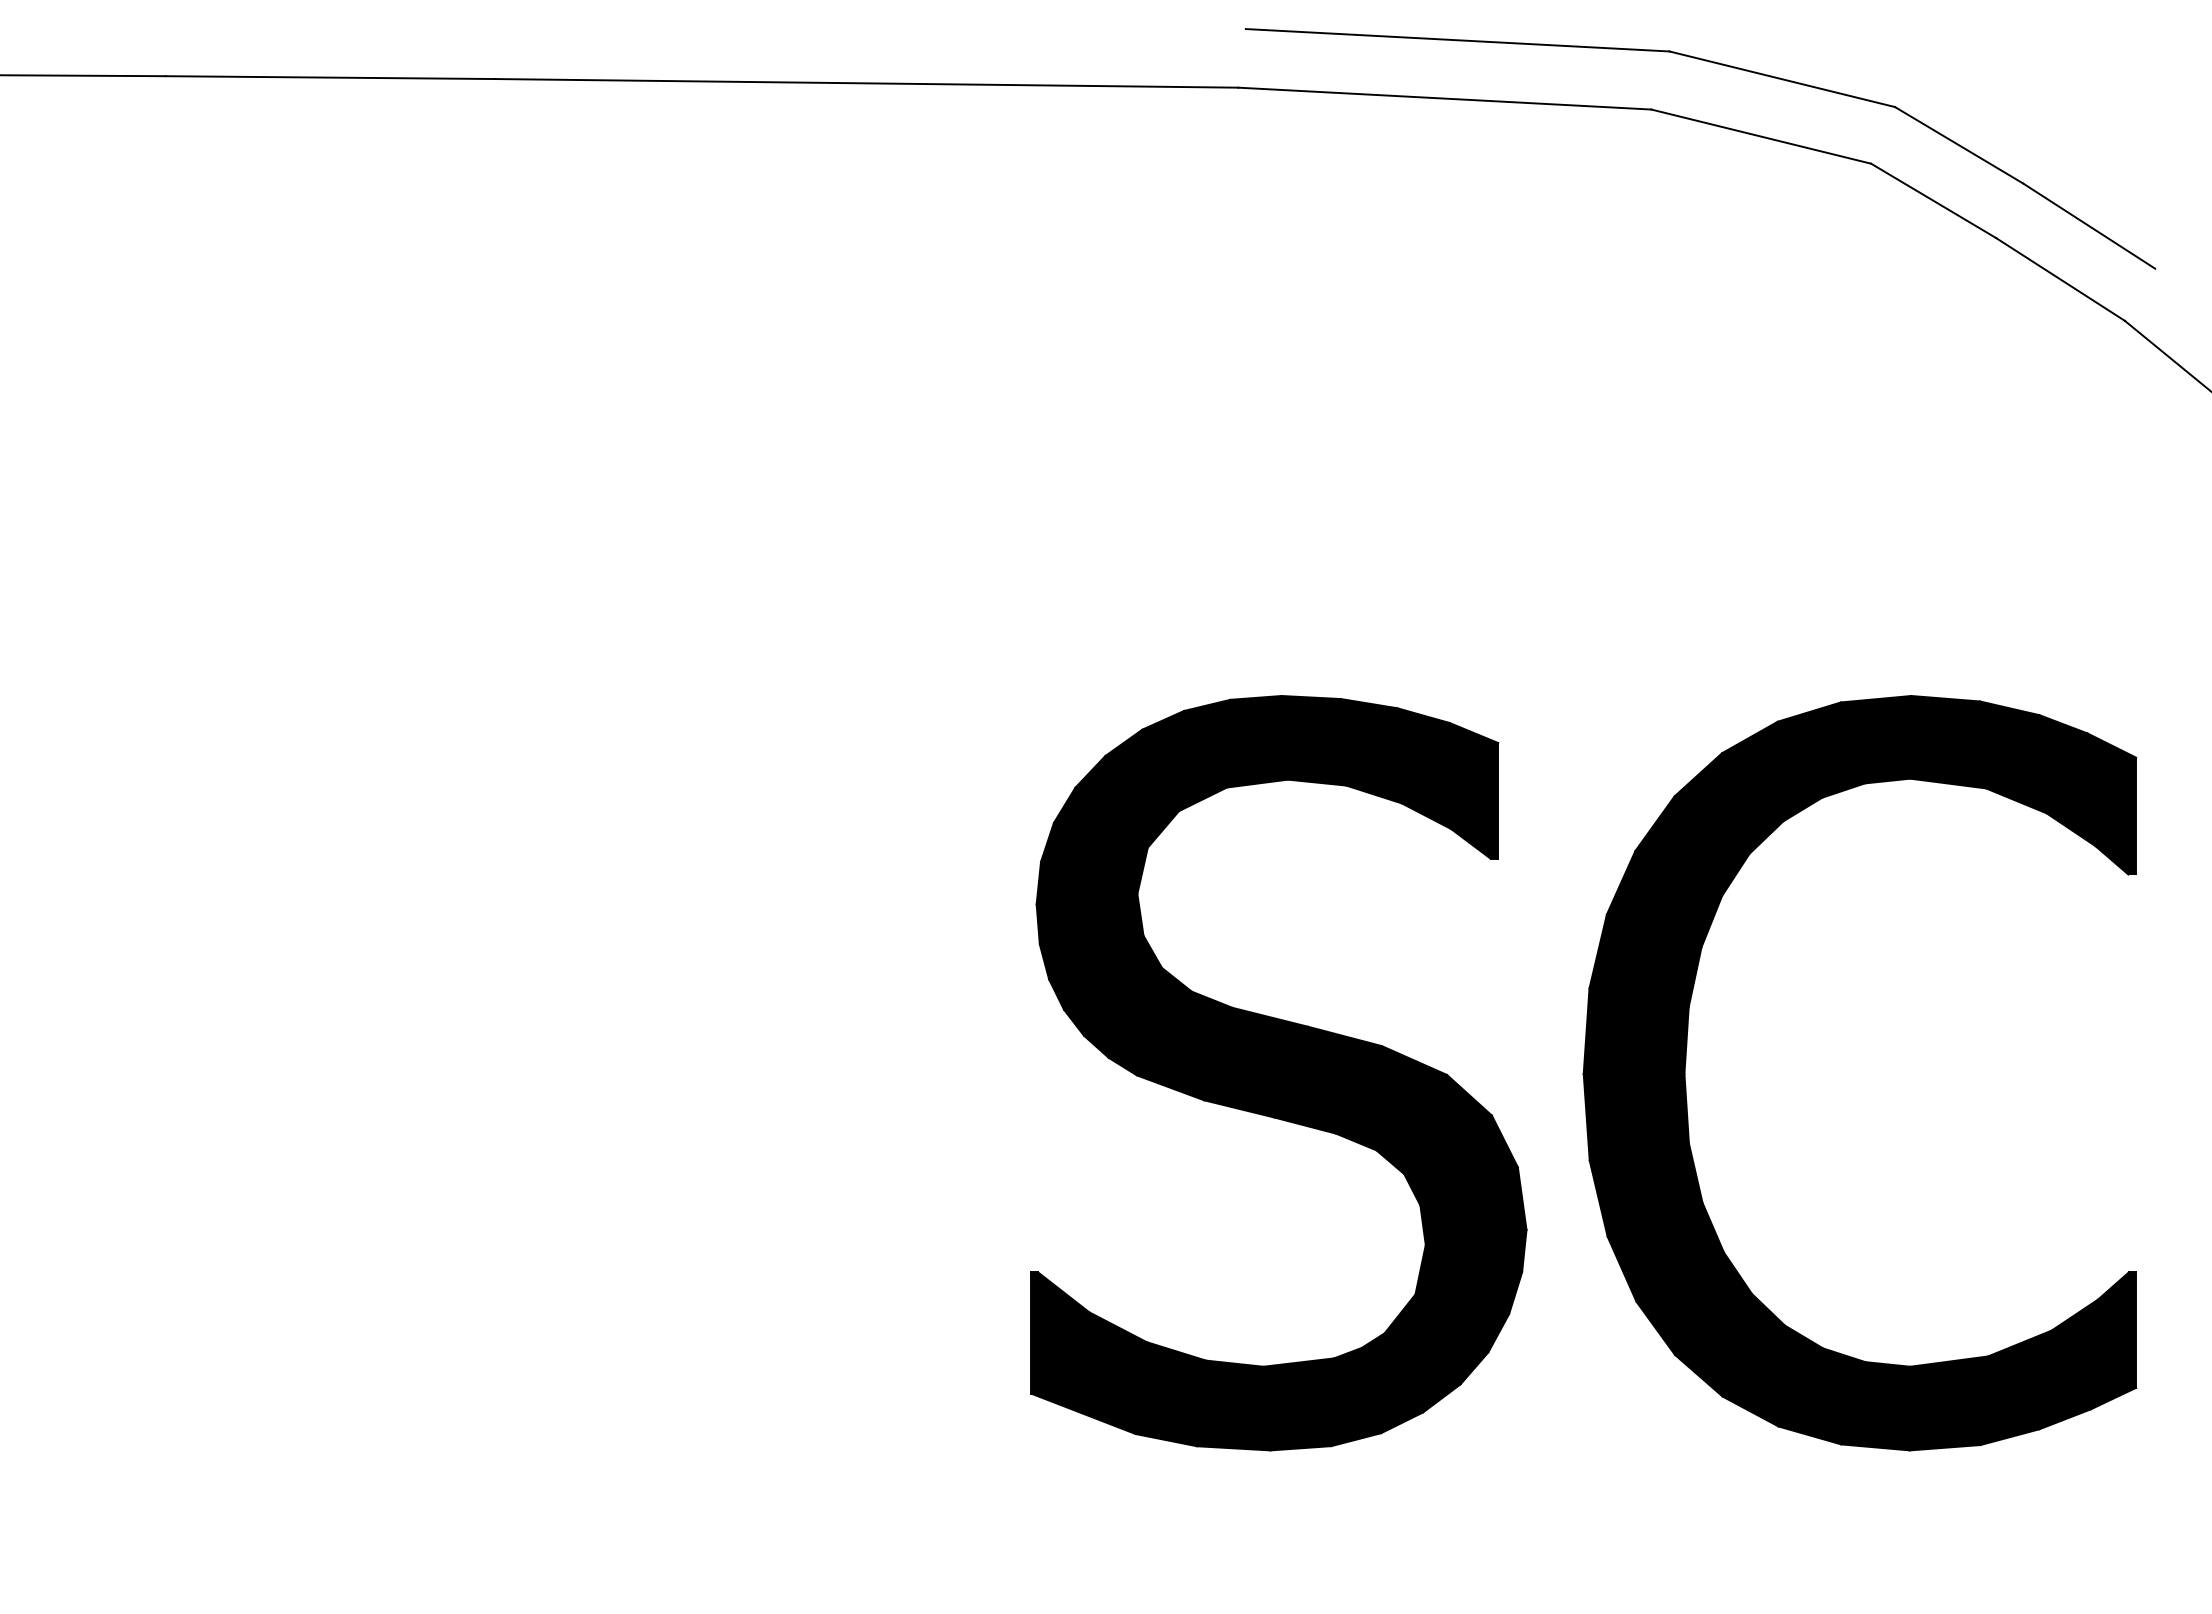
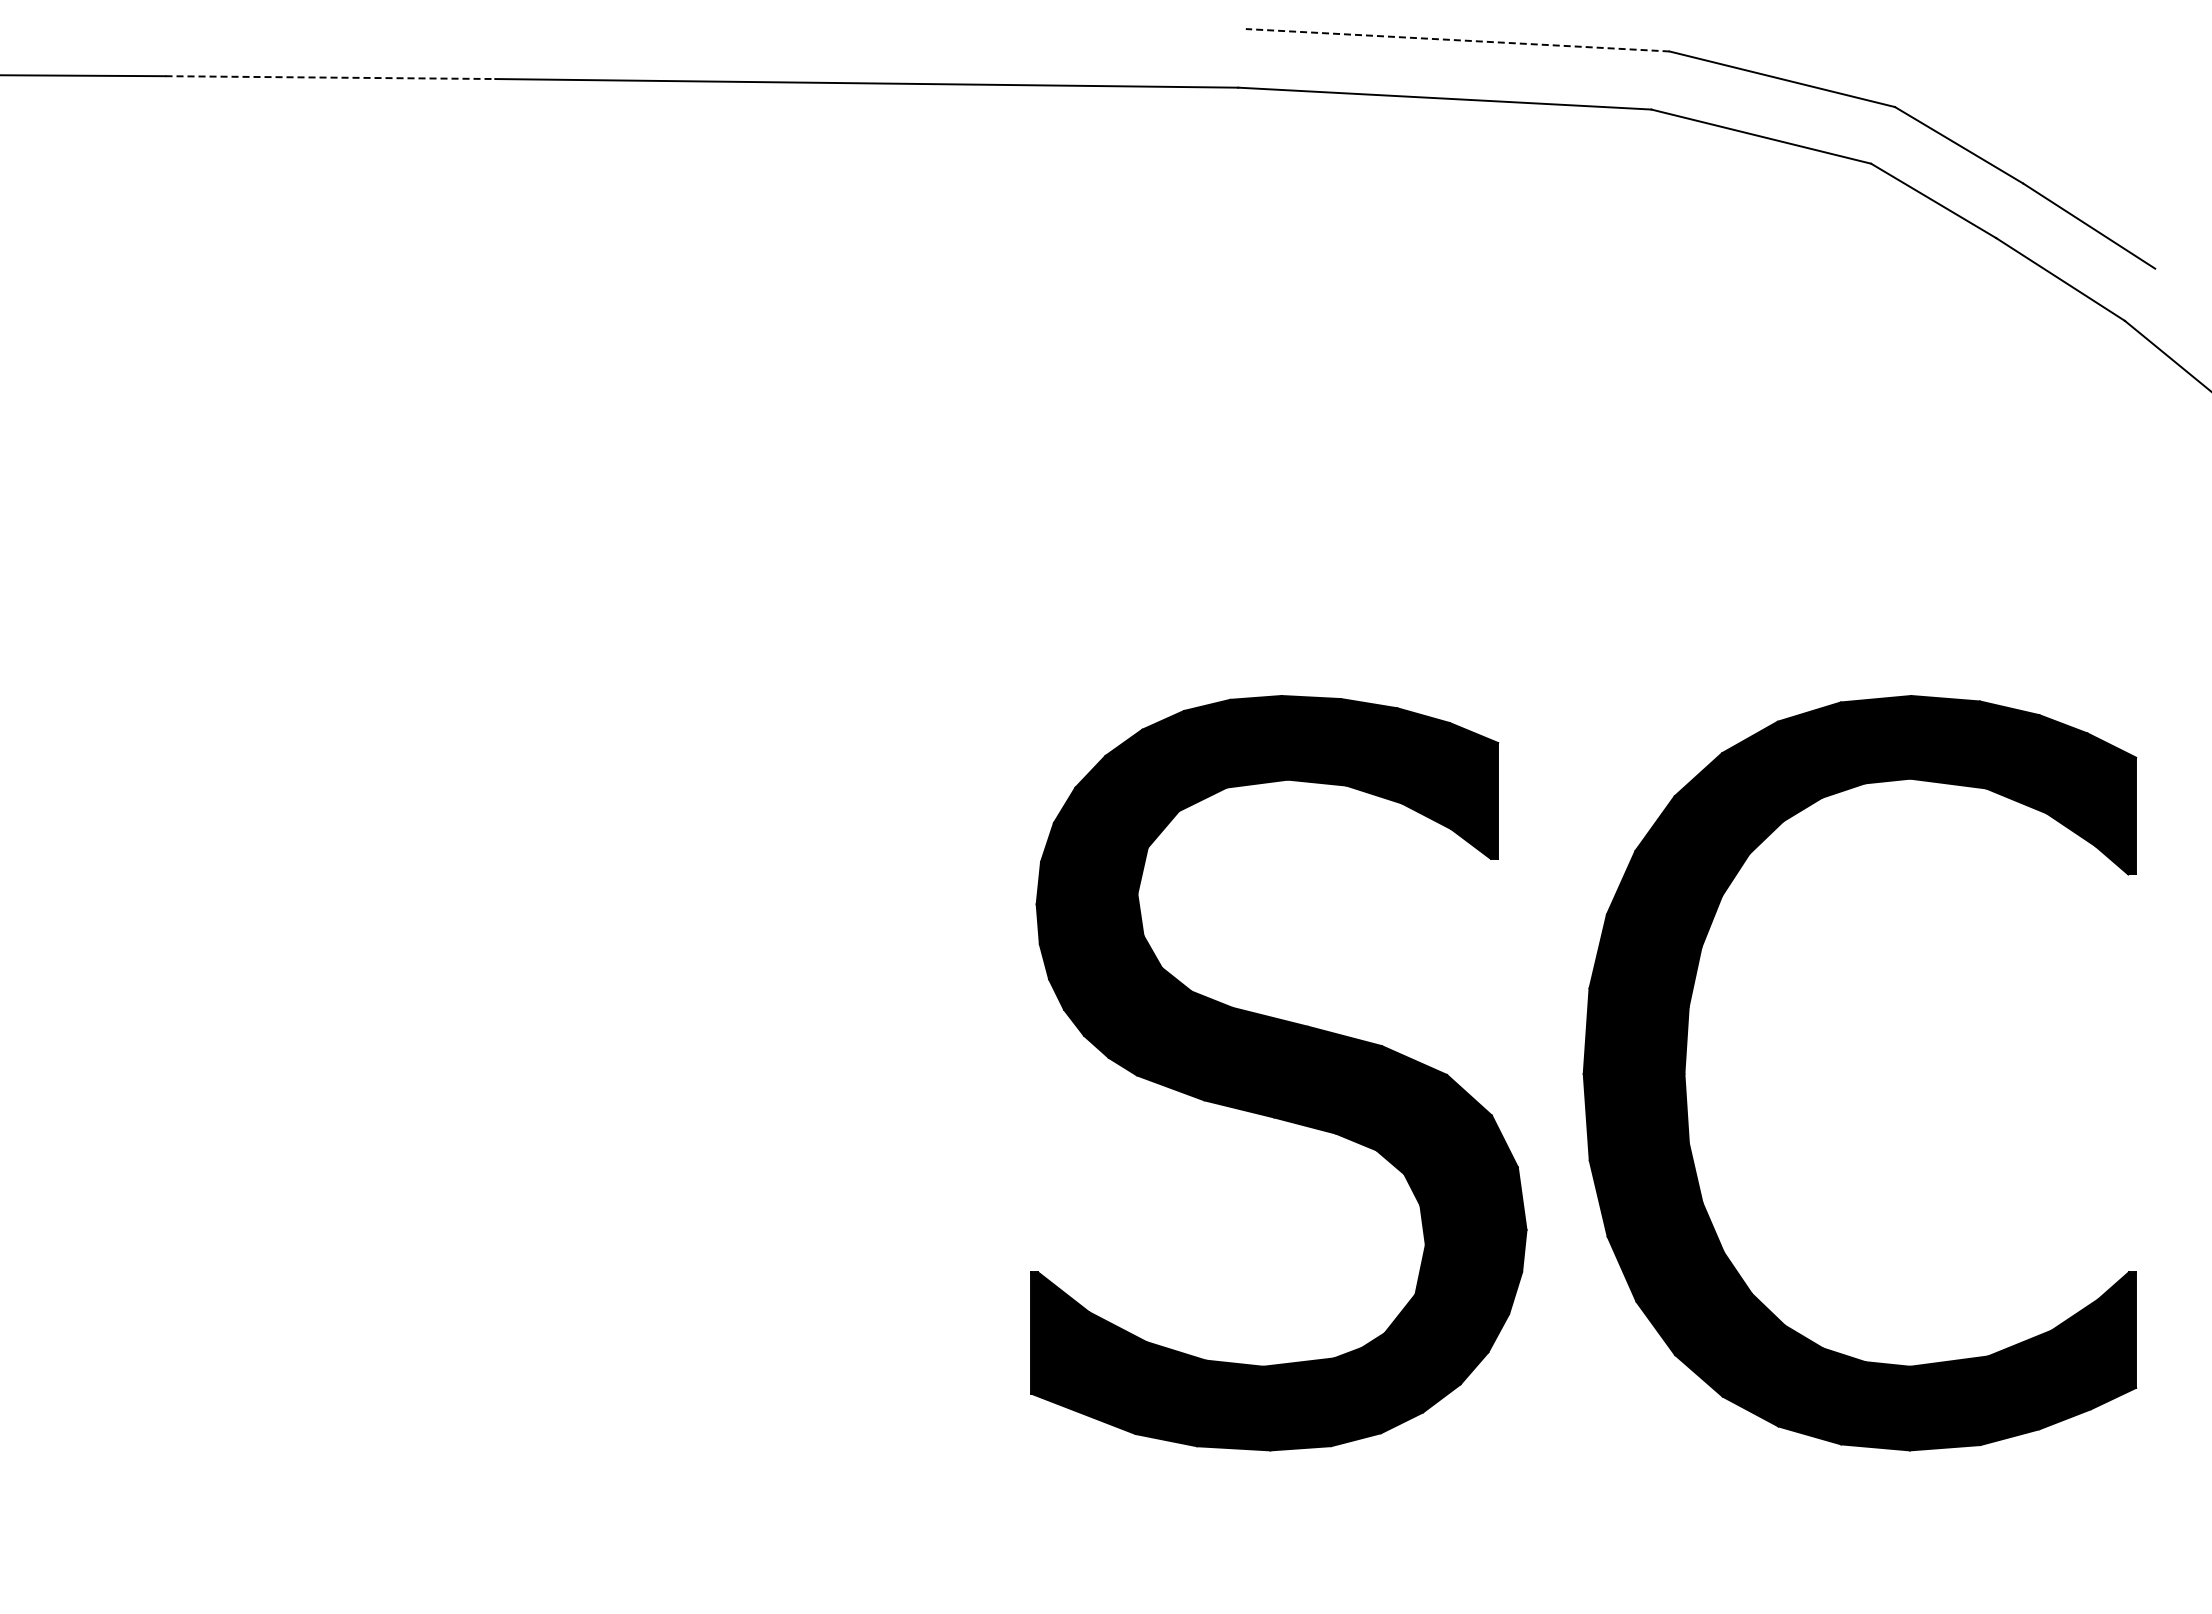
line at (1457, 40): solid -> dashed
line at (330, 77): solid -> dashed
